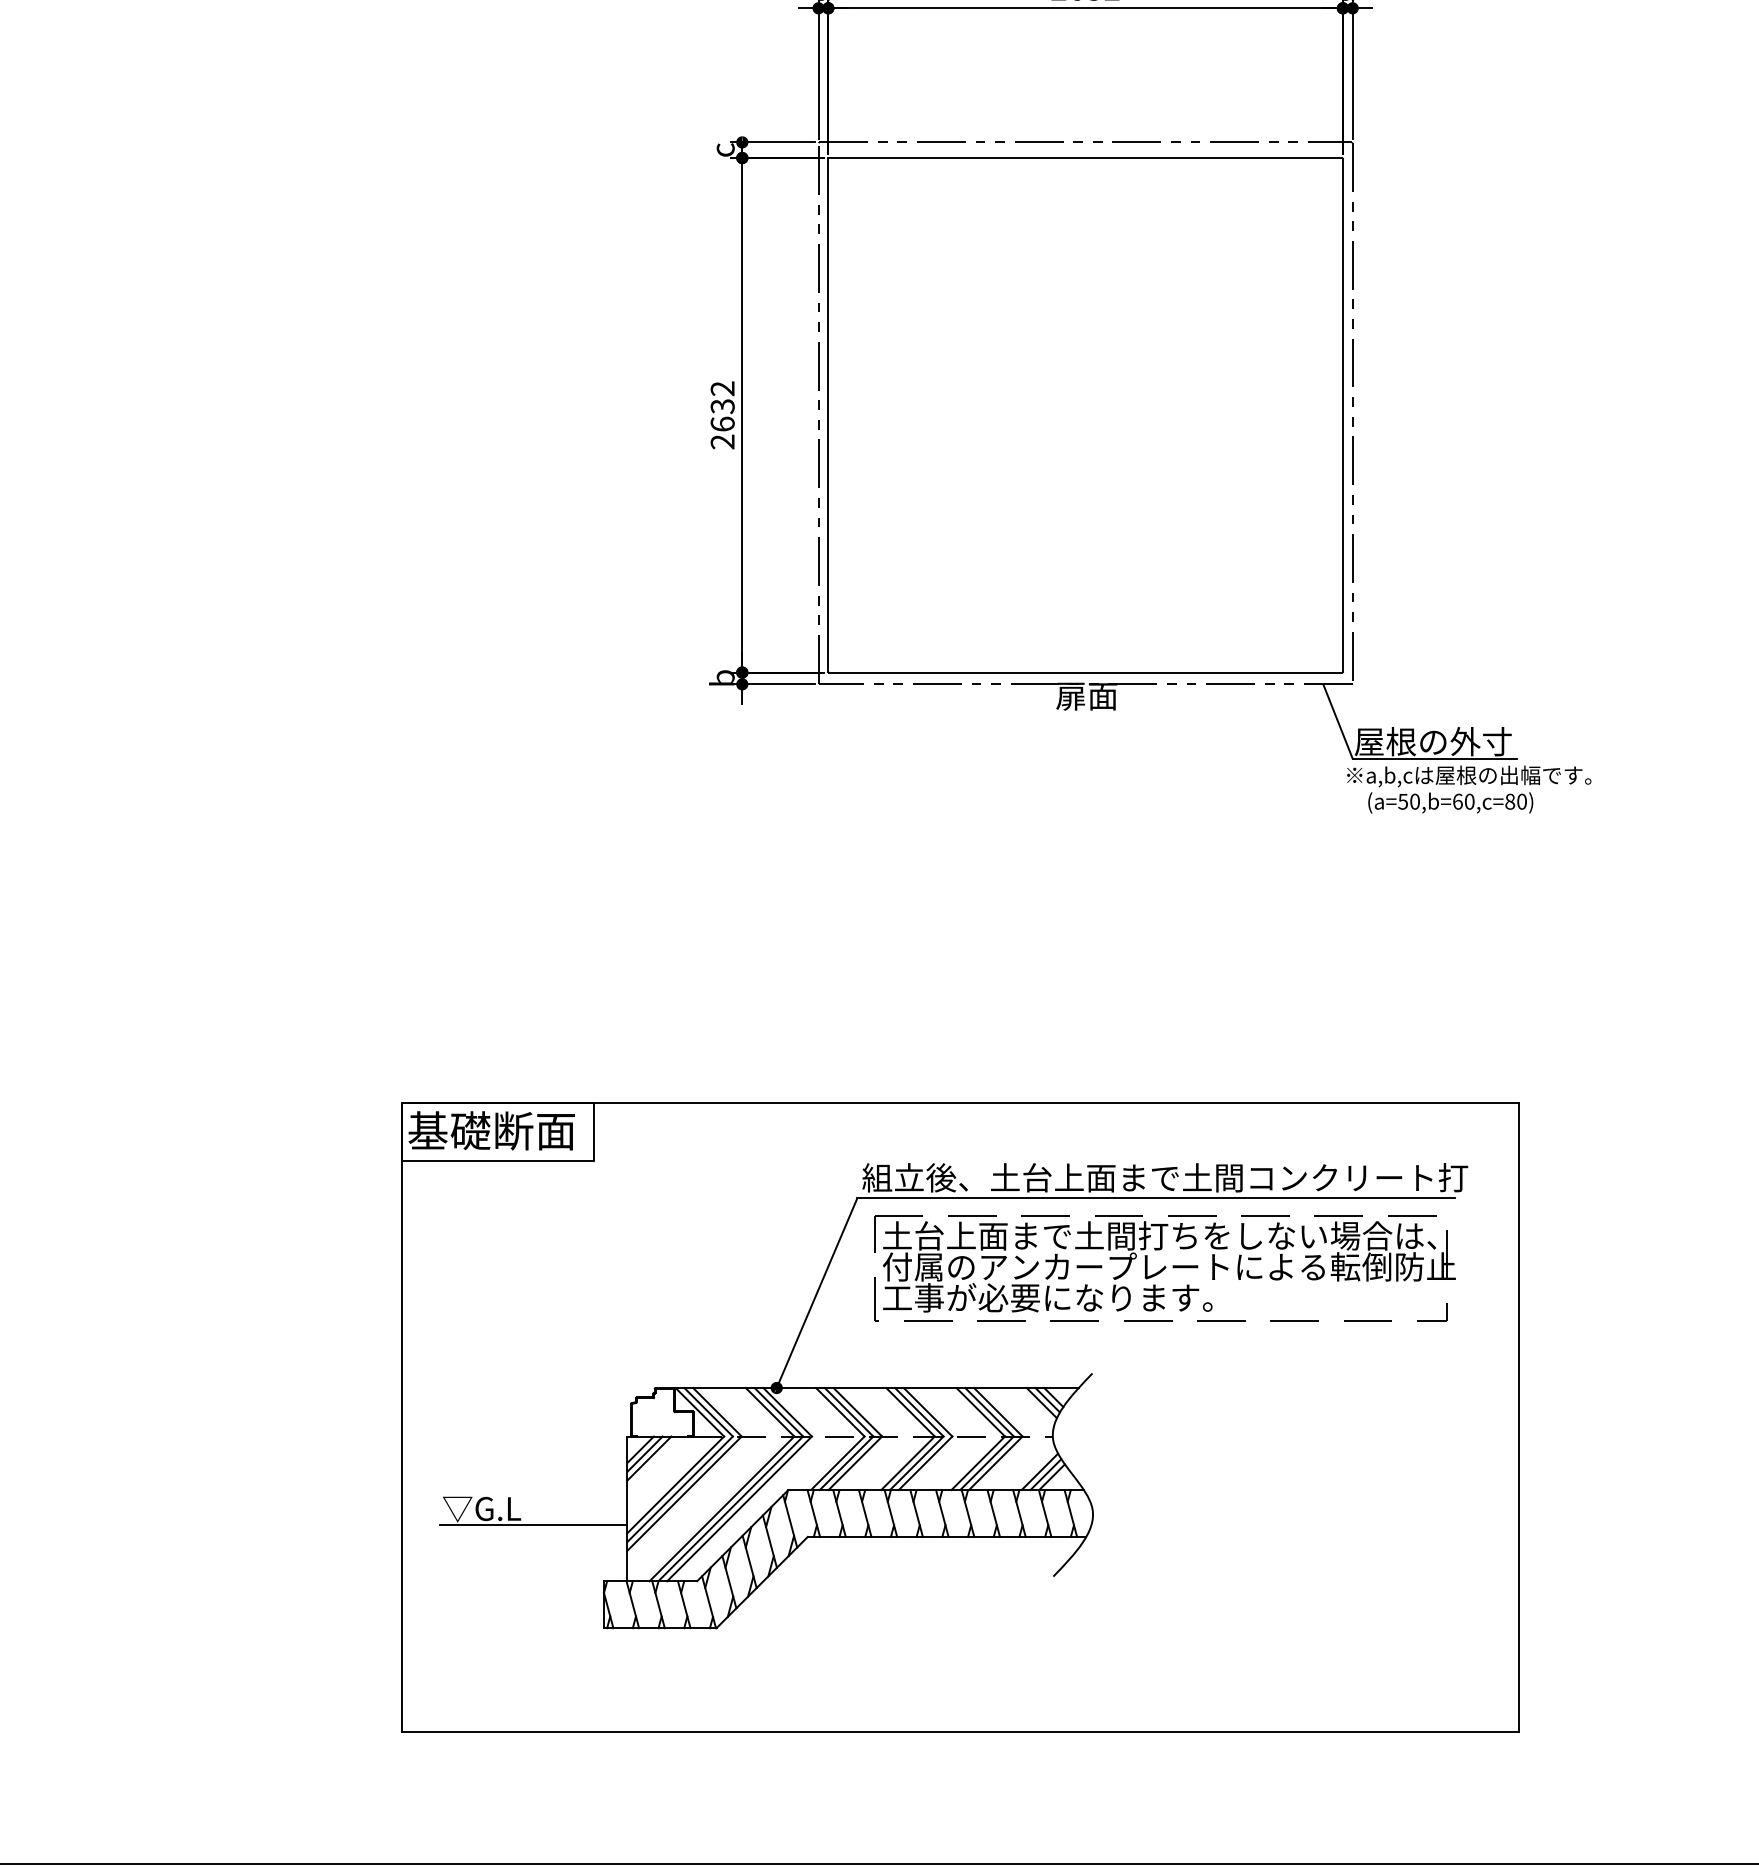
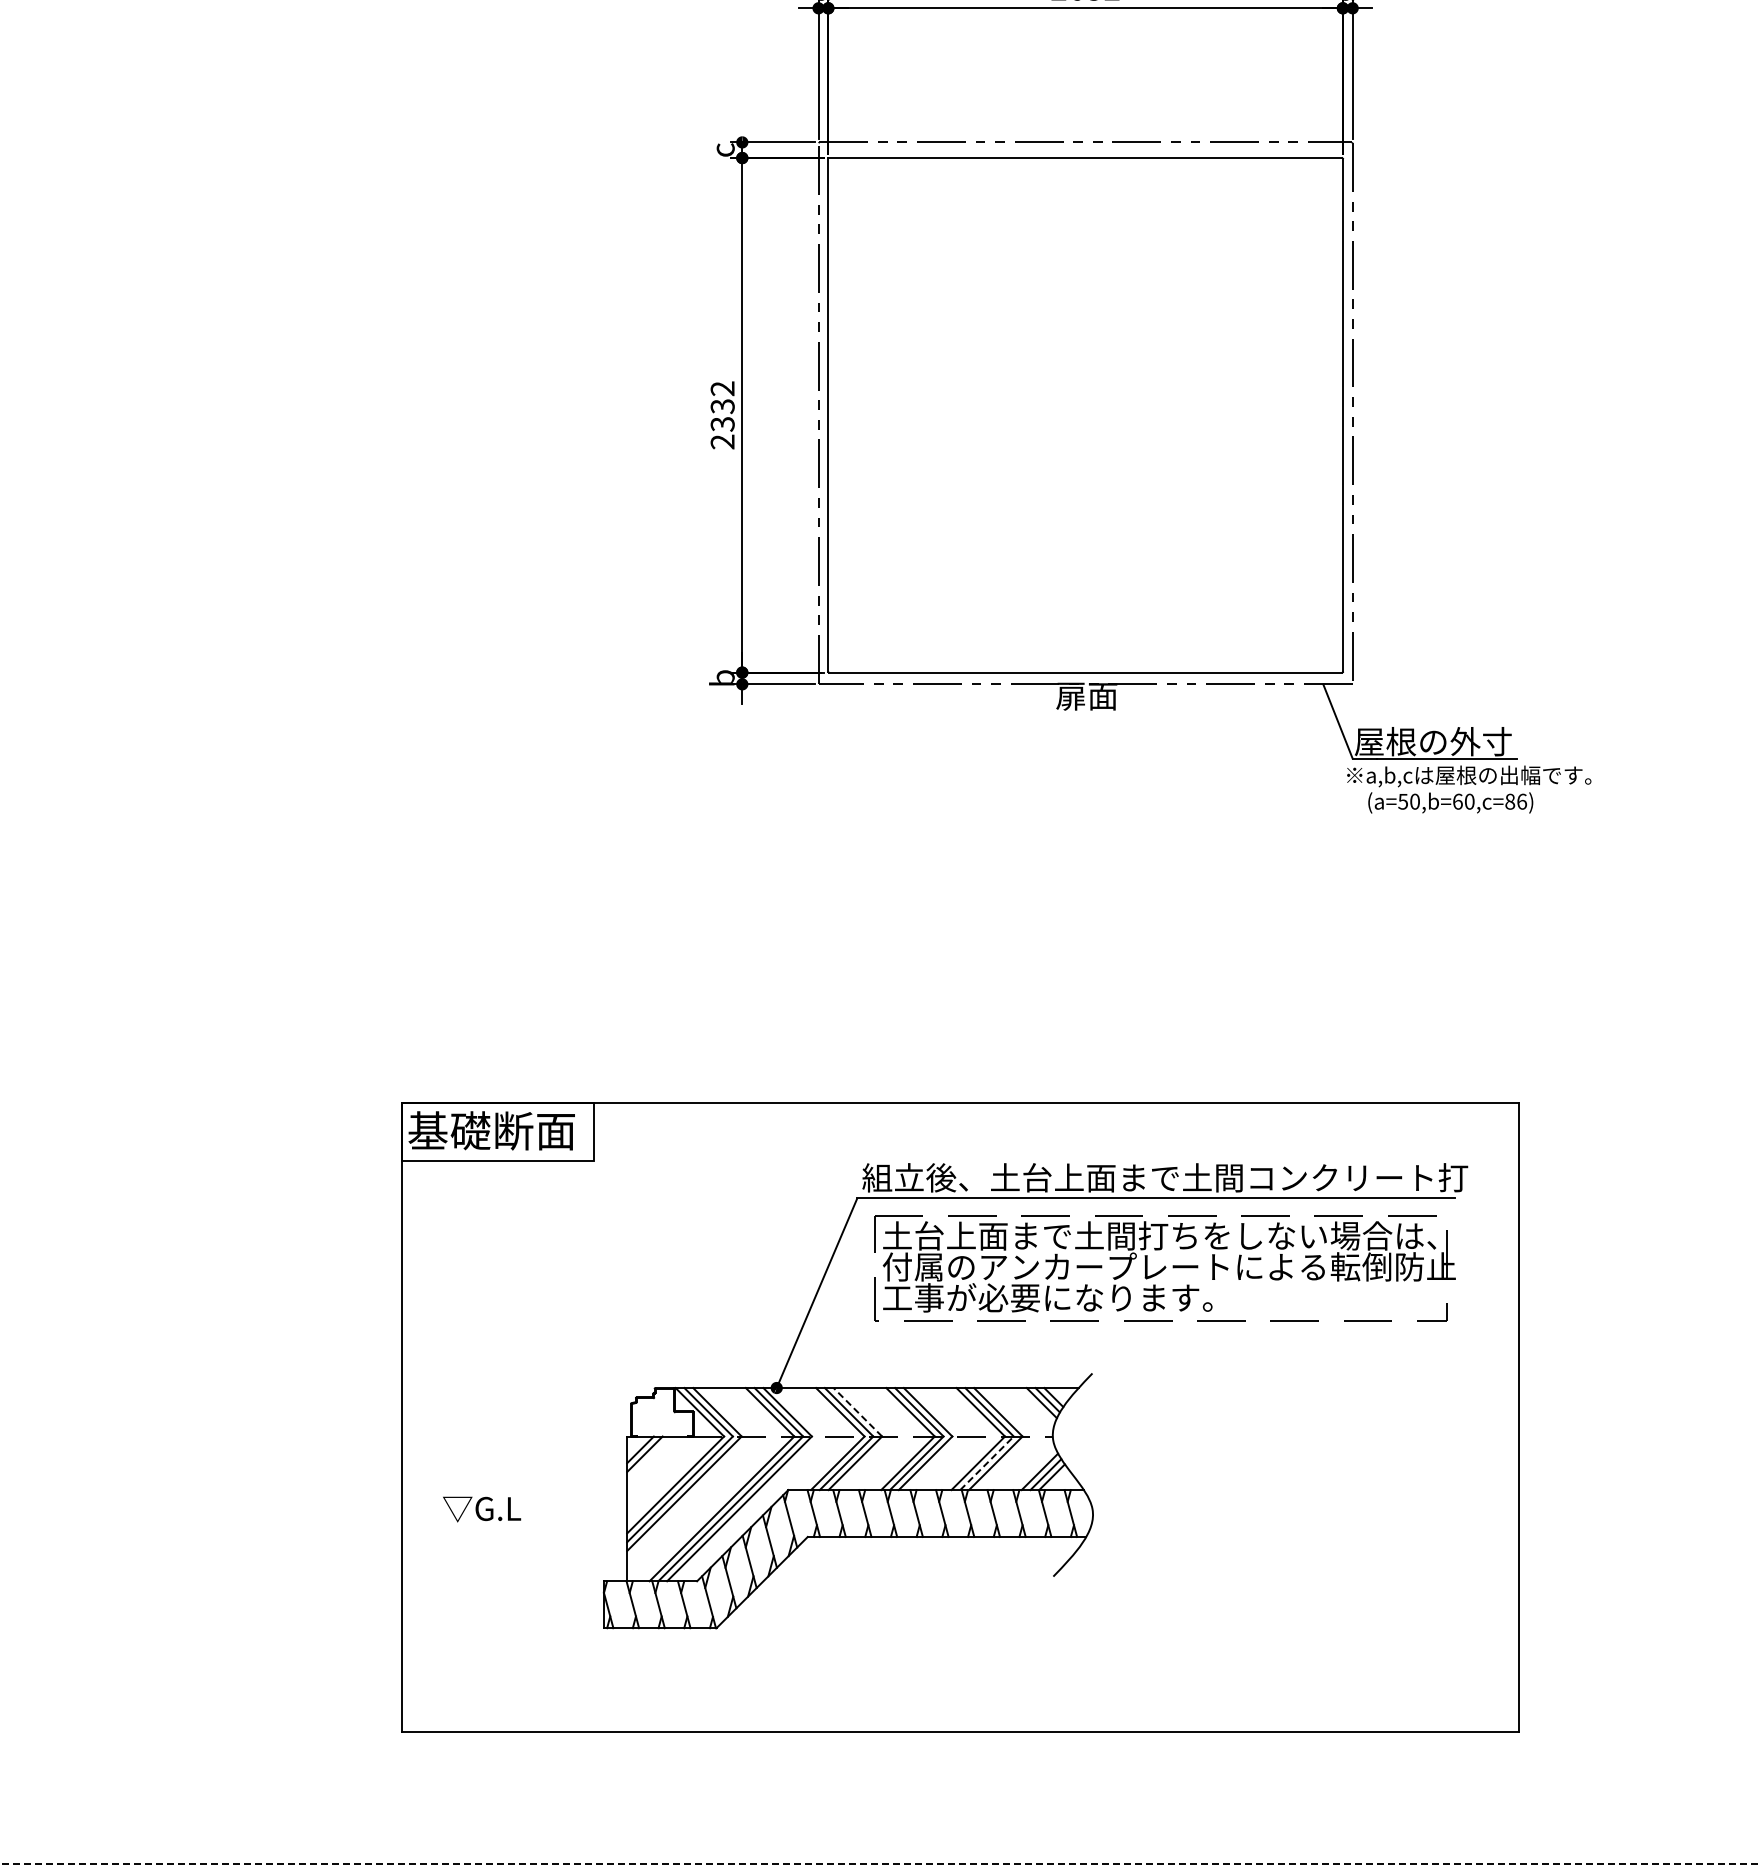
text at (722, 423): 2632 -> 2332
text at (1522, 801): (a=50,b=60,c=80) -> (a=50,b=60,c=86)
line at (857, 1411): solid -> dashed
line at (649, 1458): present -> none
line at (987, 1463): solid -> dashed
line at (533, 1524): present -> none
line at (880, 1864): solid -> dashed
